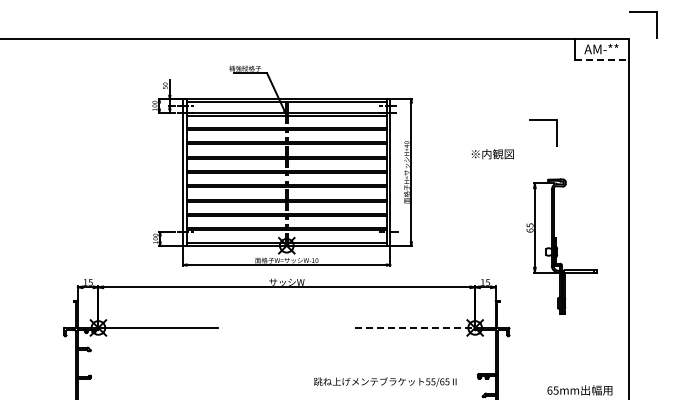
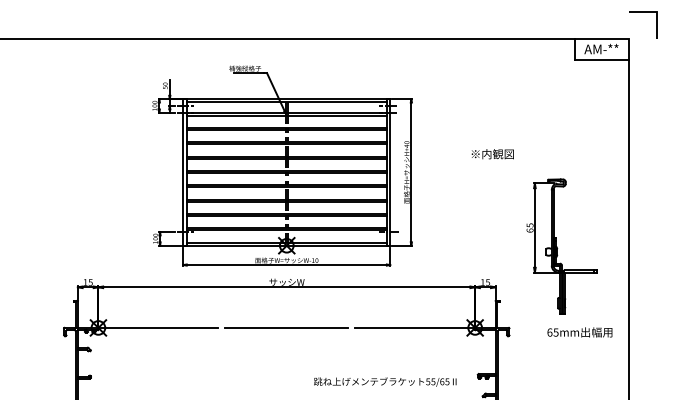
line at (602, 59): dashed -> solid
line at (543, 120): present -> none
line at (286, 327): none -> present
line at (415, 327): dashed -> solid
text at (579, 390) position: (579, 390) -> (579, 332)
